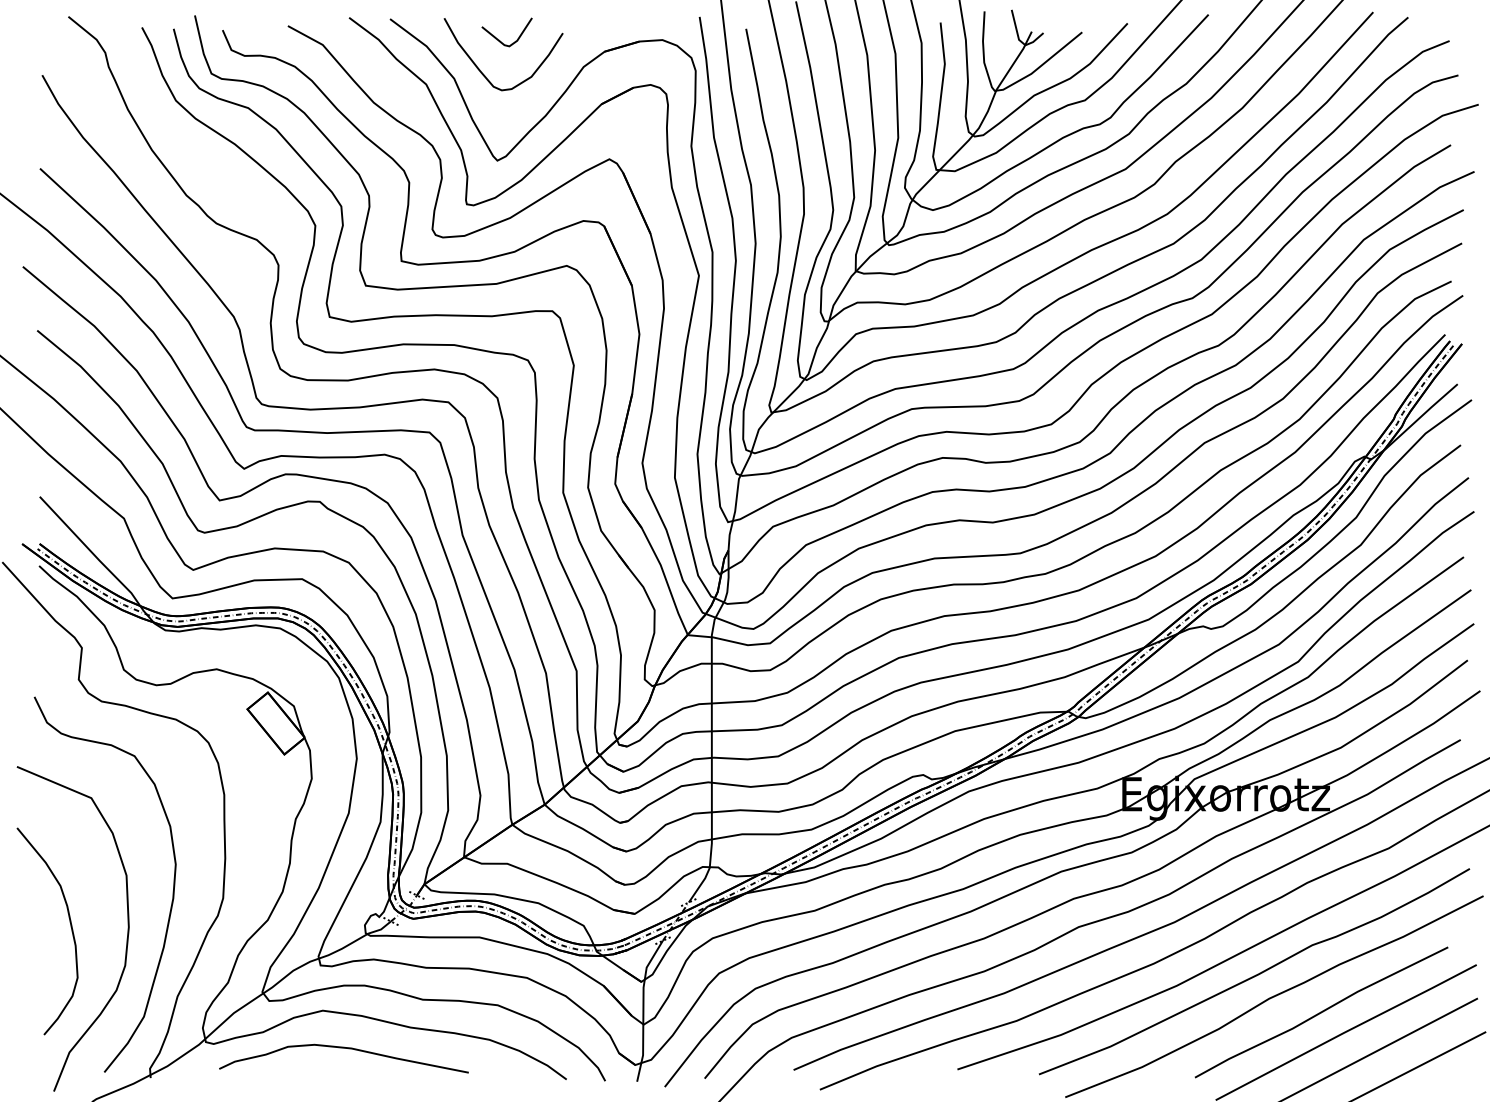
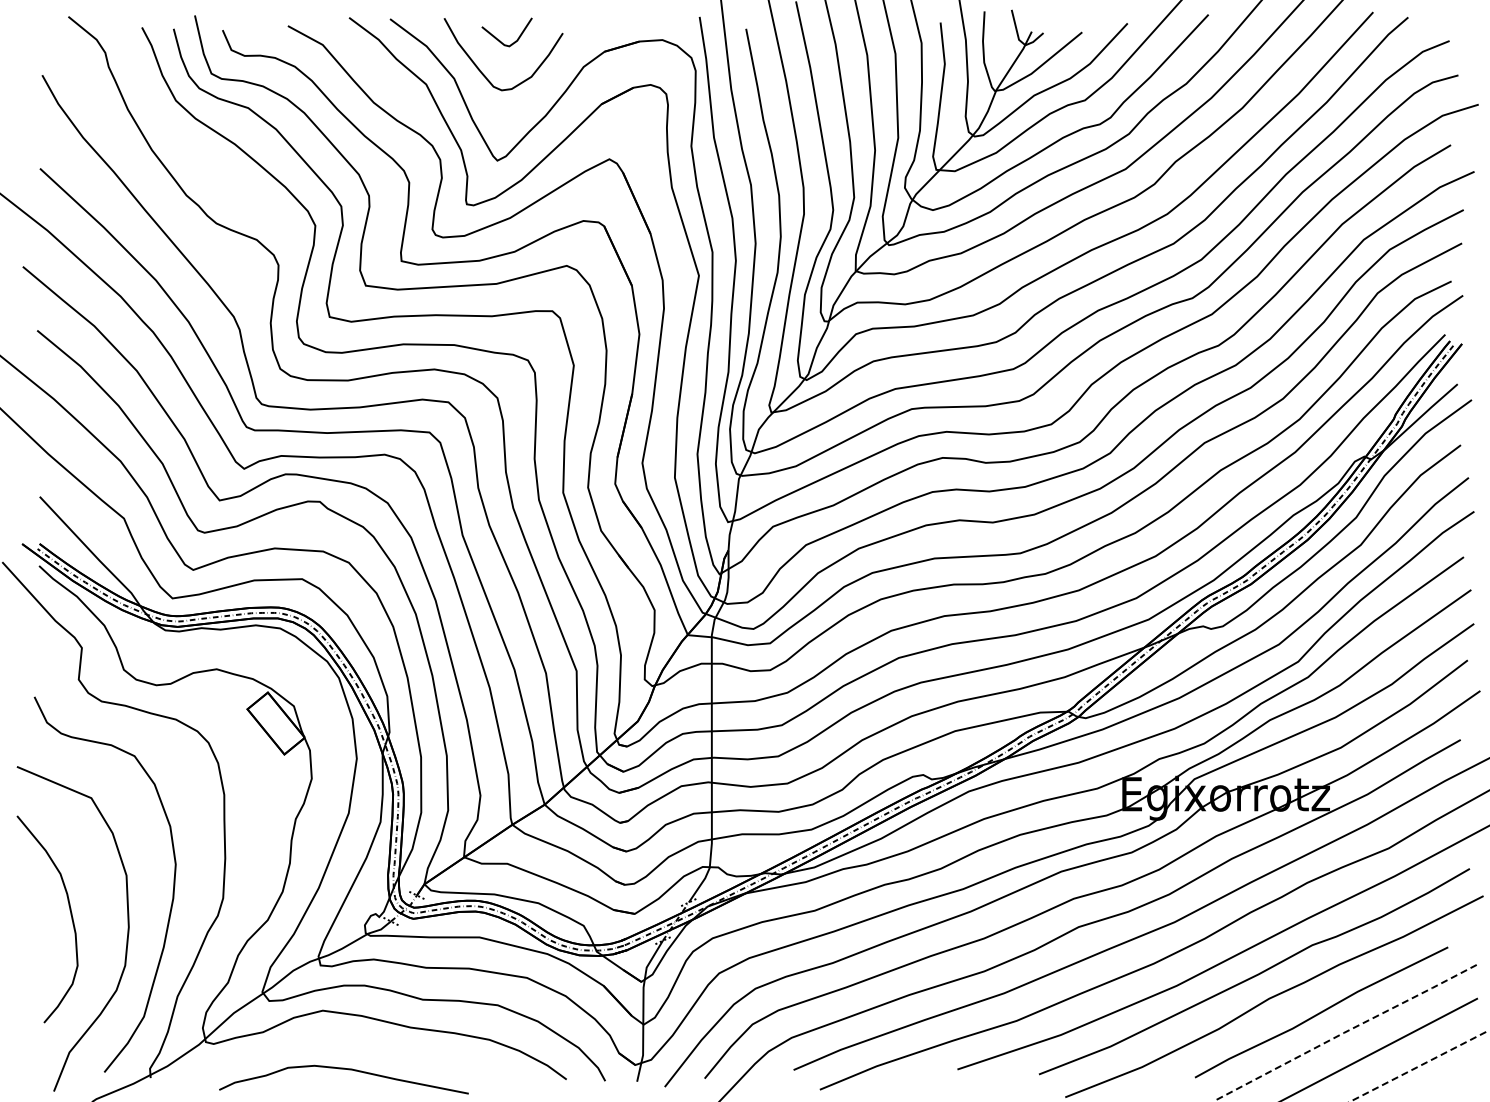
curve at (70, 927) position: (70, 927) -> (70, 915)
line at (1345, 1032): solid -> dashed
curve at (343, 1048) position: (343, 1048) -> (343, 1069)
line at (1418, 1066): solid -> dashed
